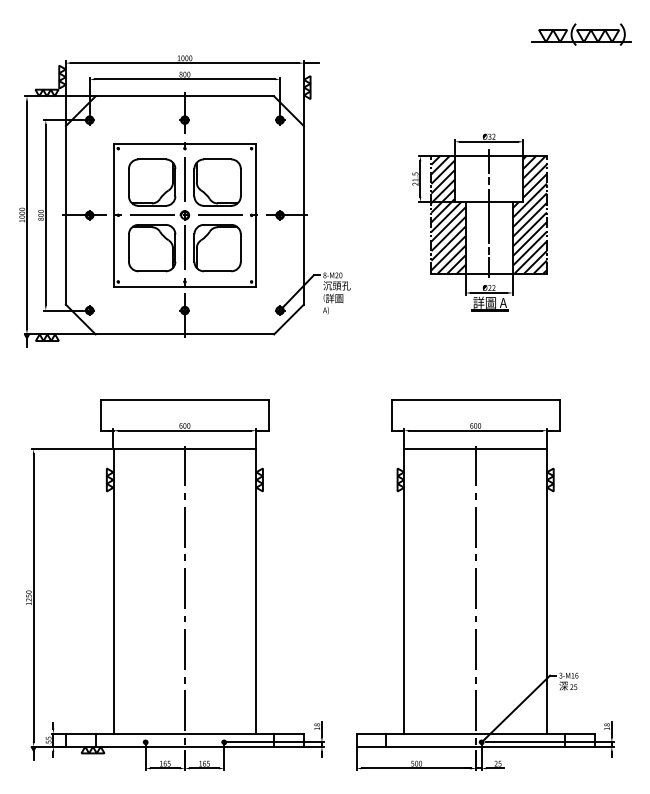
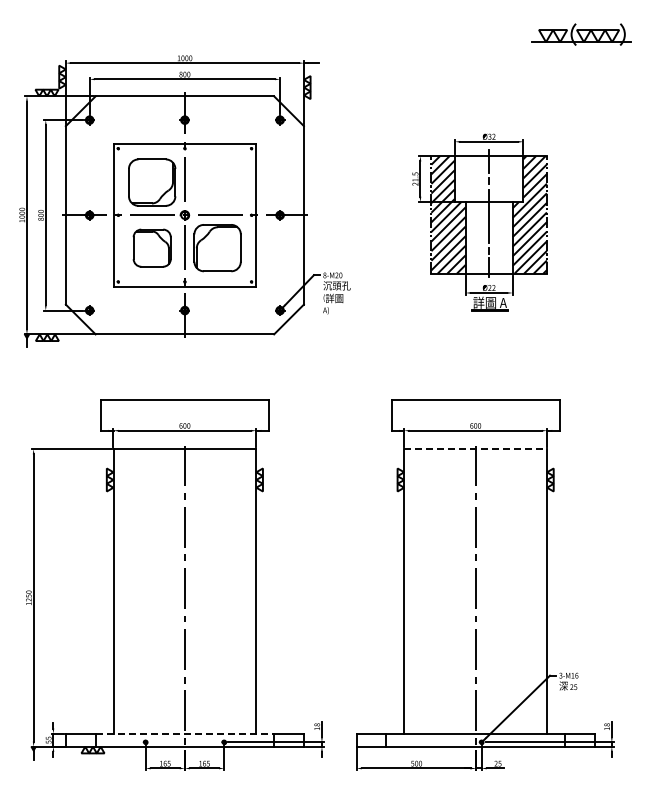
part at (217, 182): present -> none
part at (152, 248) size: 49x49 px -> 40x40 px
line at (476, 449): solid -> dashed
line at (185, 733): solid -> dashed
